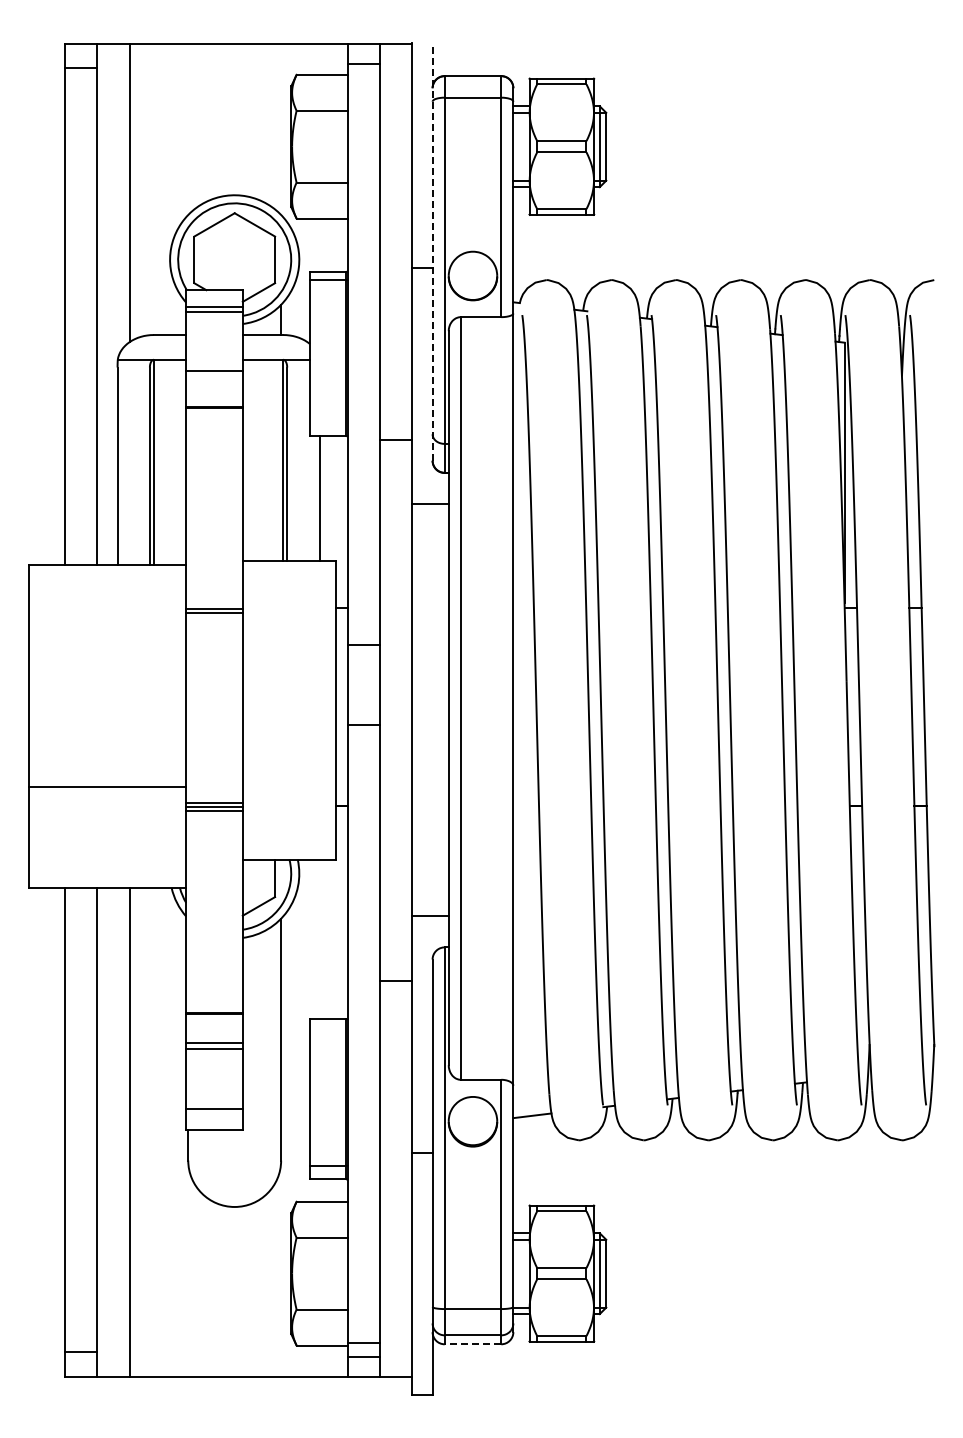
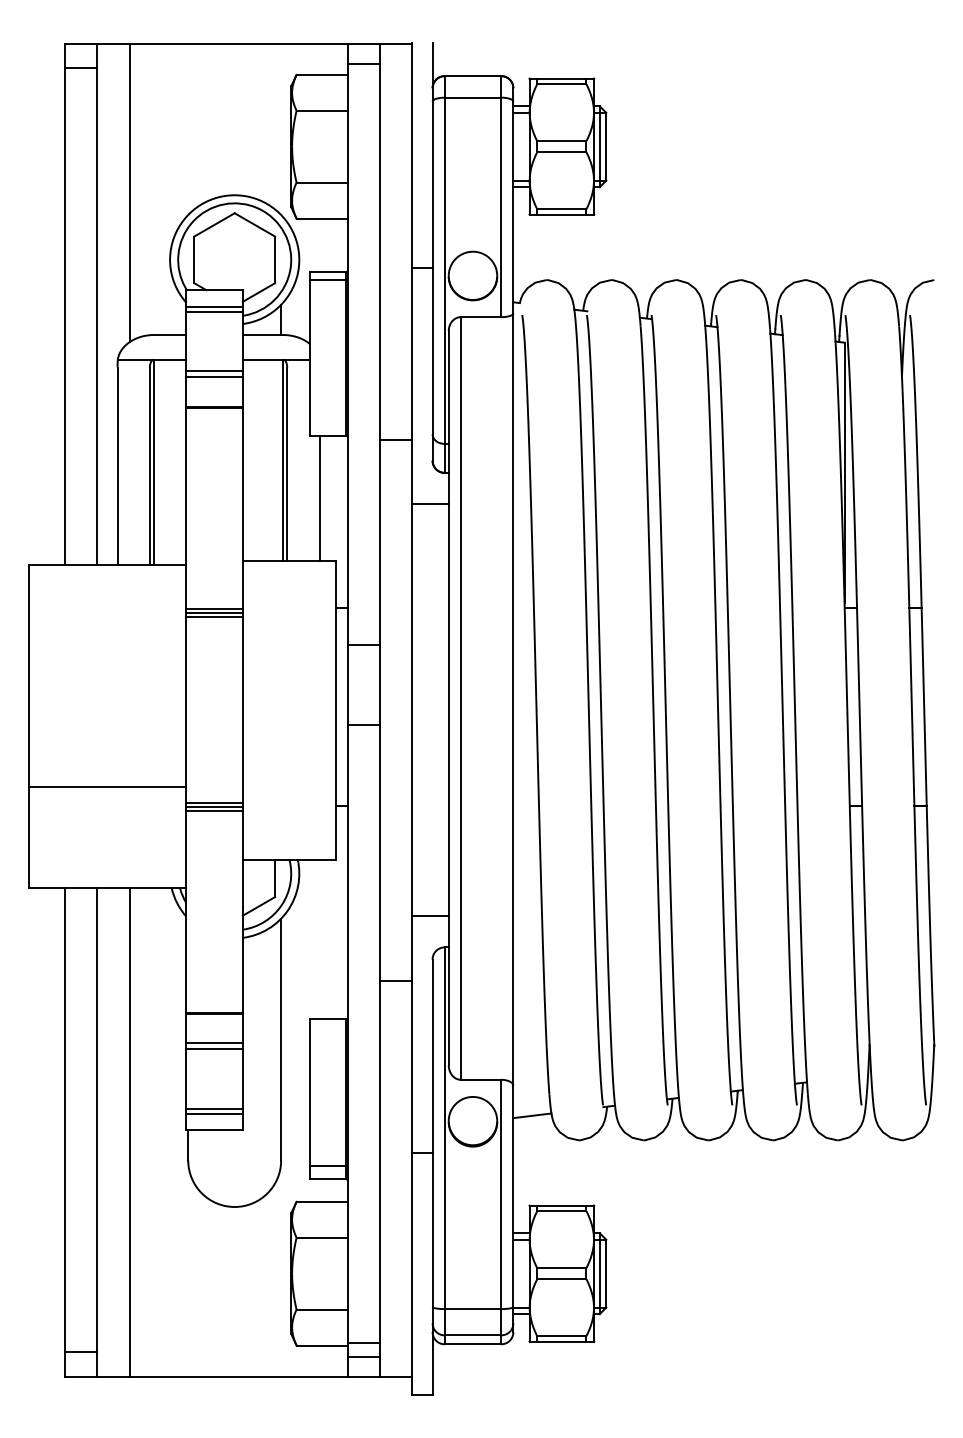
line at (432, 252): dashed -> solid
line at (214, 376): none -> present
line at (214, 617): none -> present
line at (214, 1113): none -> present
line at (472, 1344): dashed -> solid
